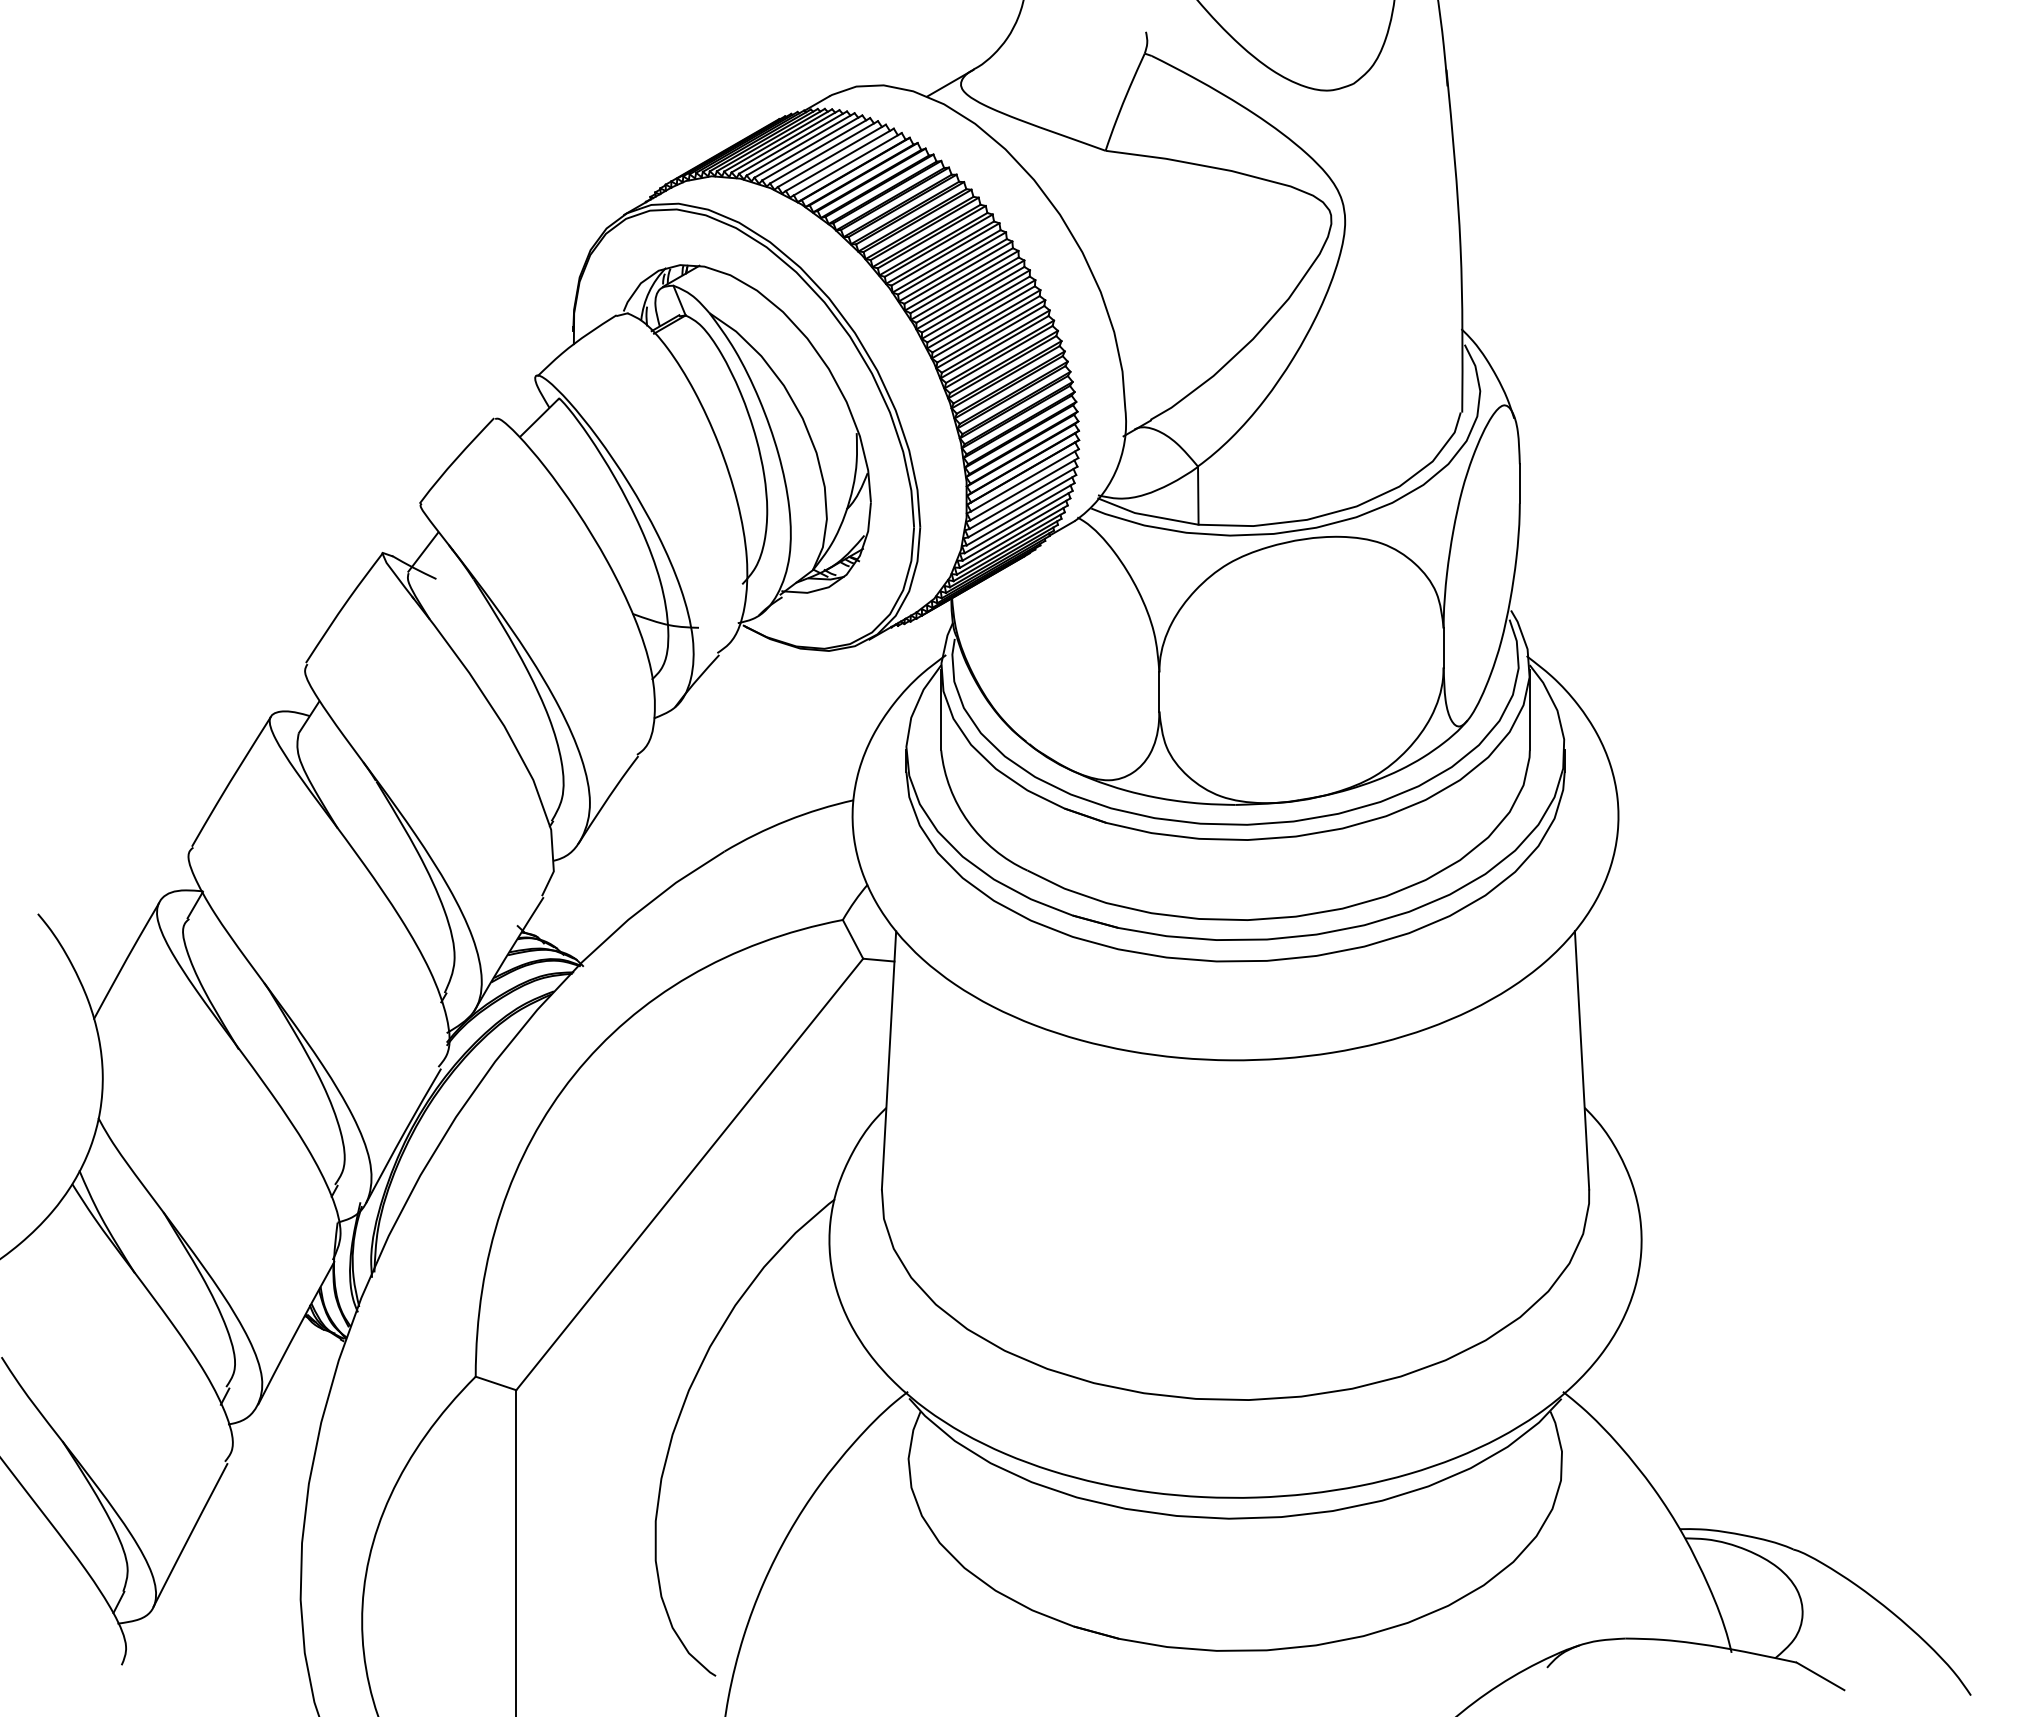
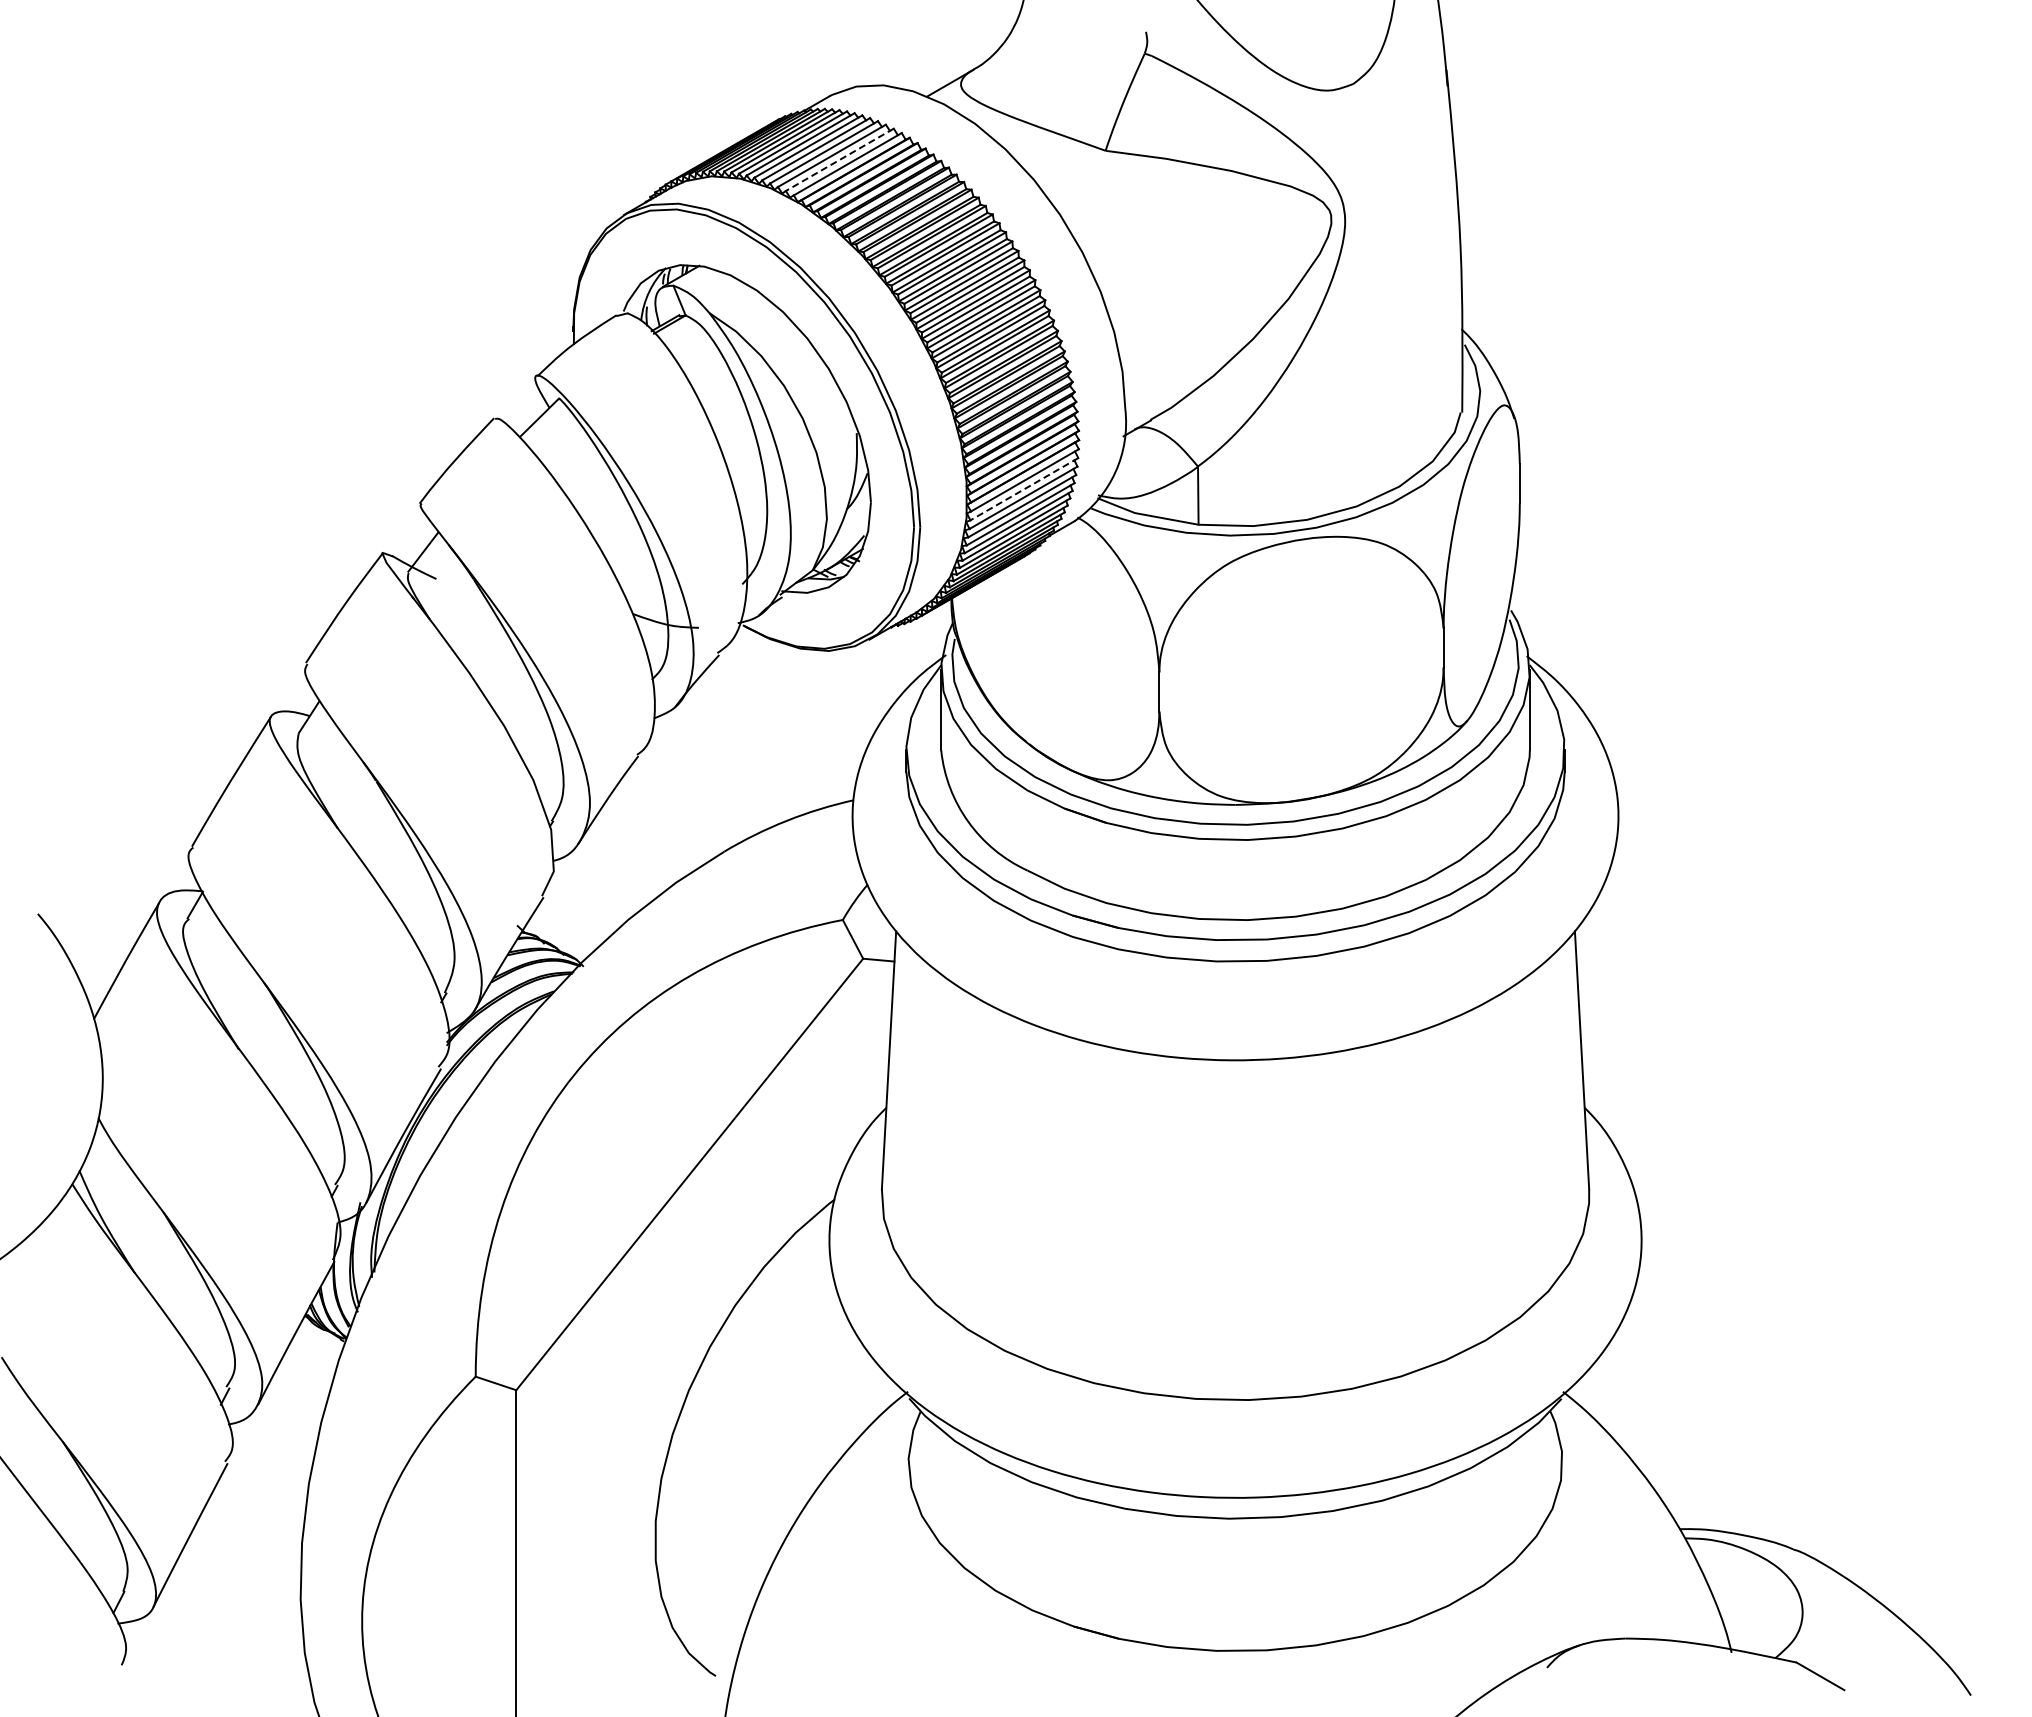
line at (839, 160): solid -> dashed
line at (1023, 489): solid -> dashed
